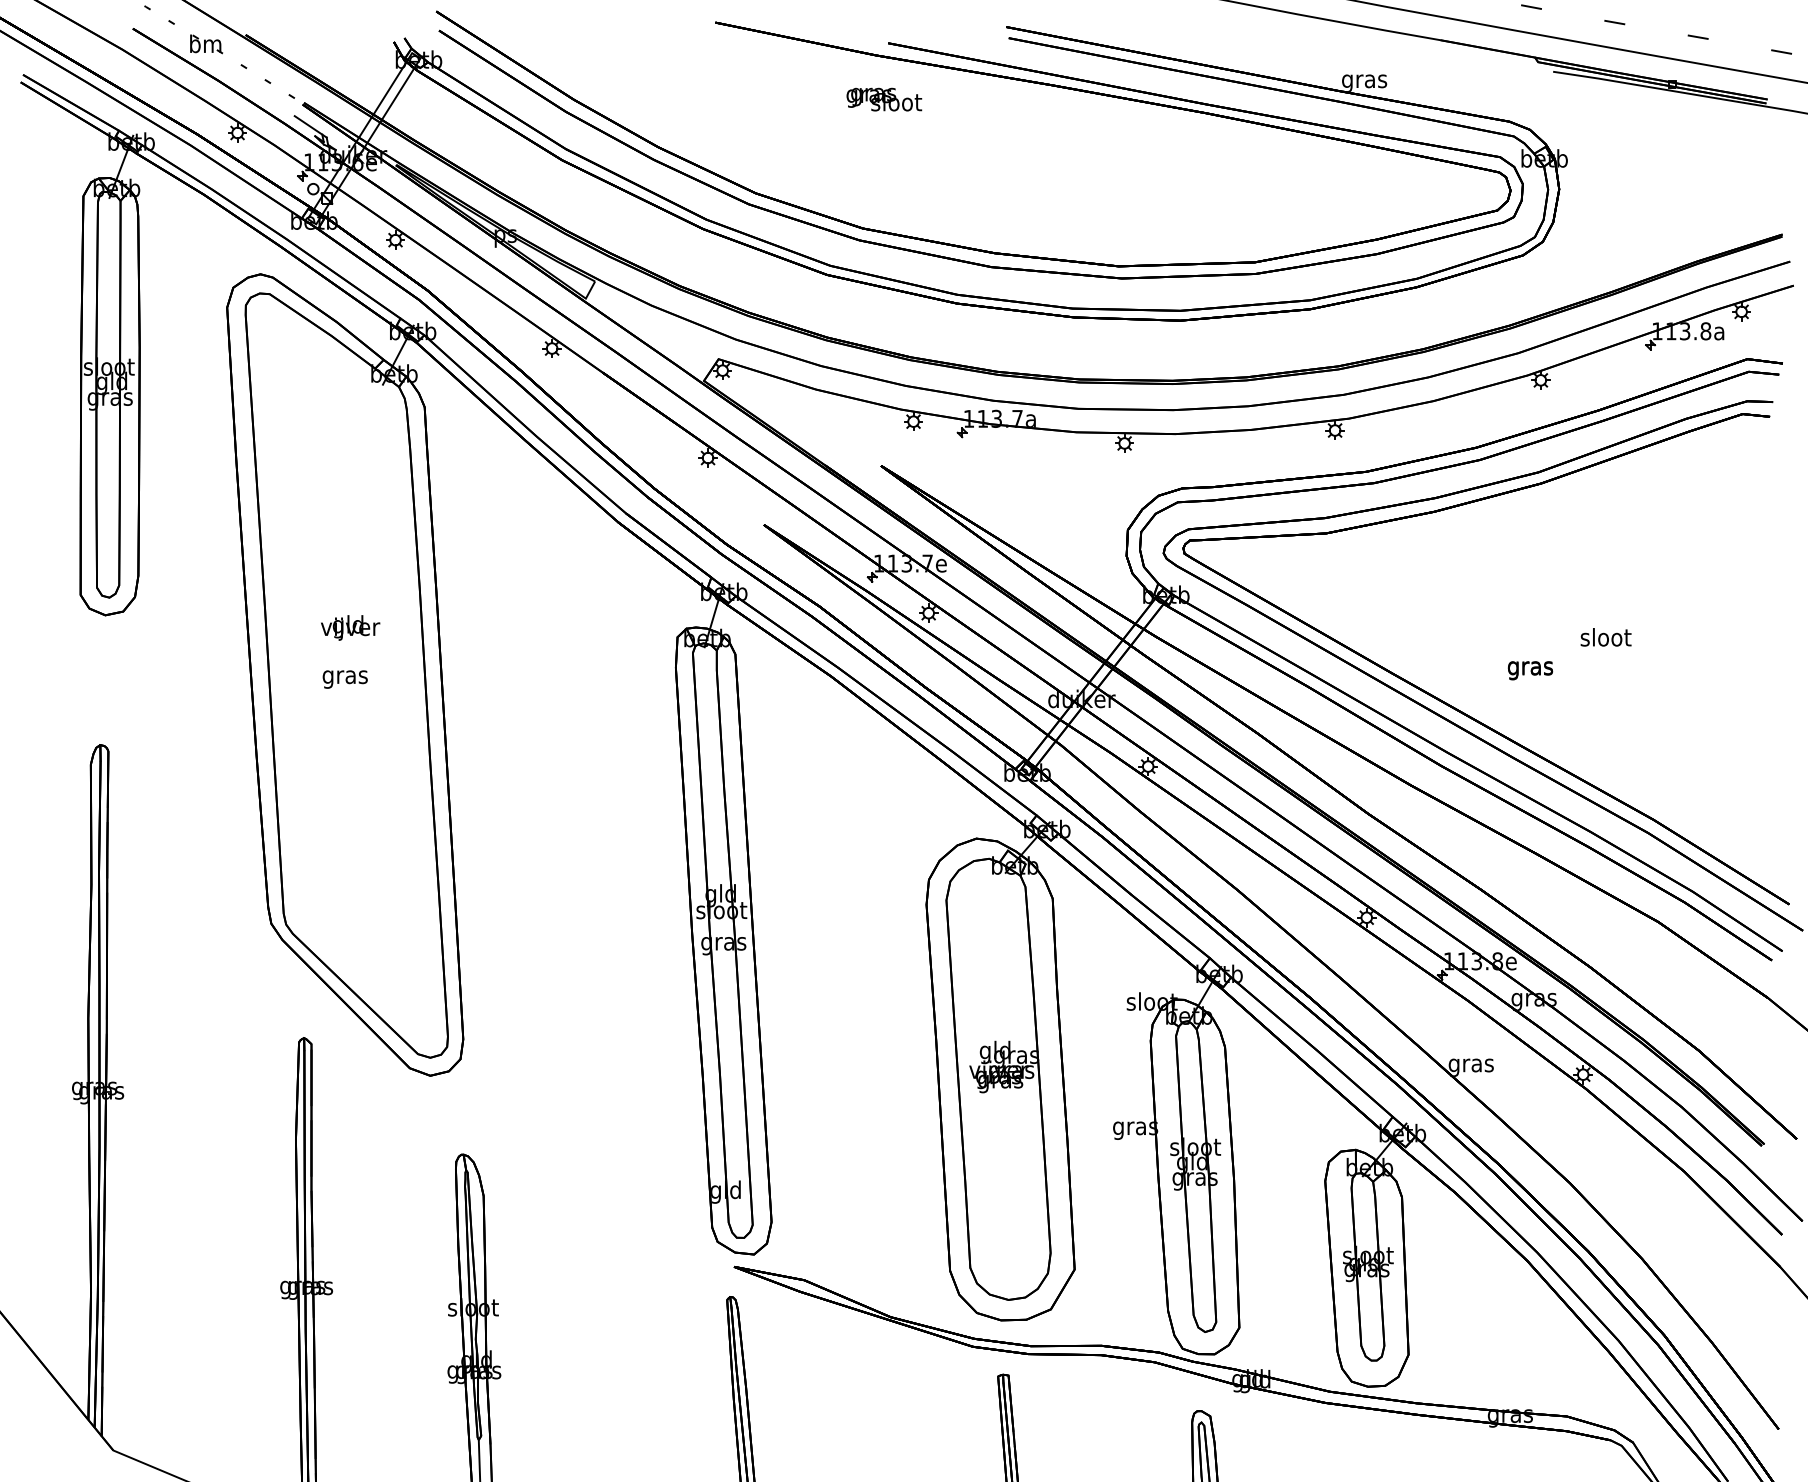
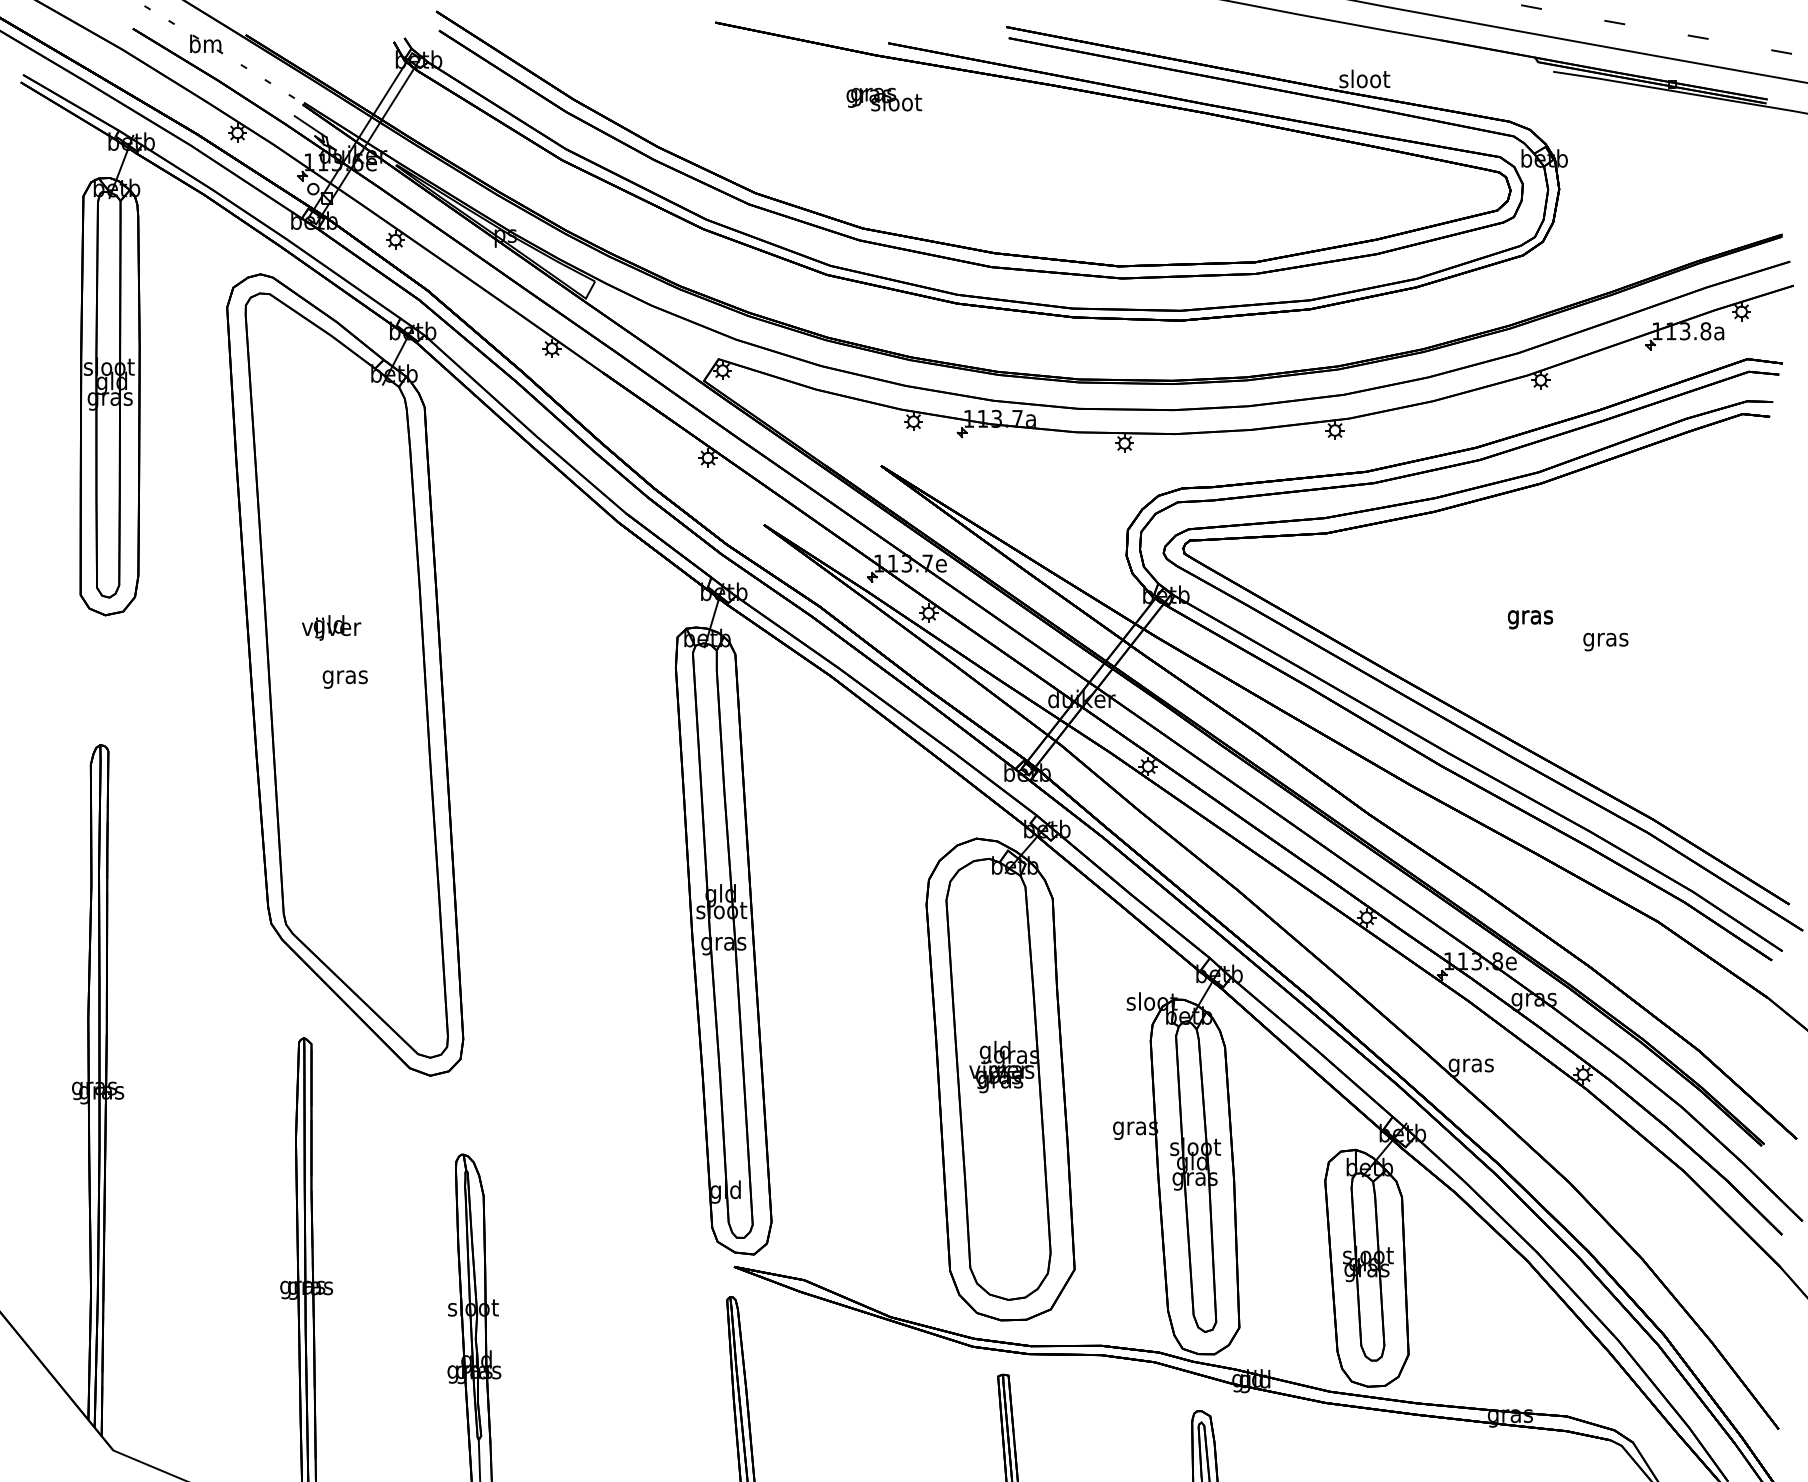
text at (1364, 80): gras -> sloot
text at (350, 627) position: (350, 627) -> (331, 627)
text at (1605, 639): sloot -> gras
text at (1530, 670) position: (1530, 670) -> (1530, 619)
